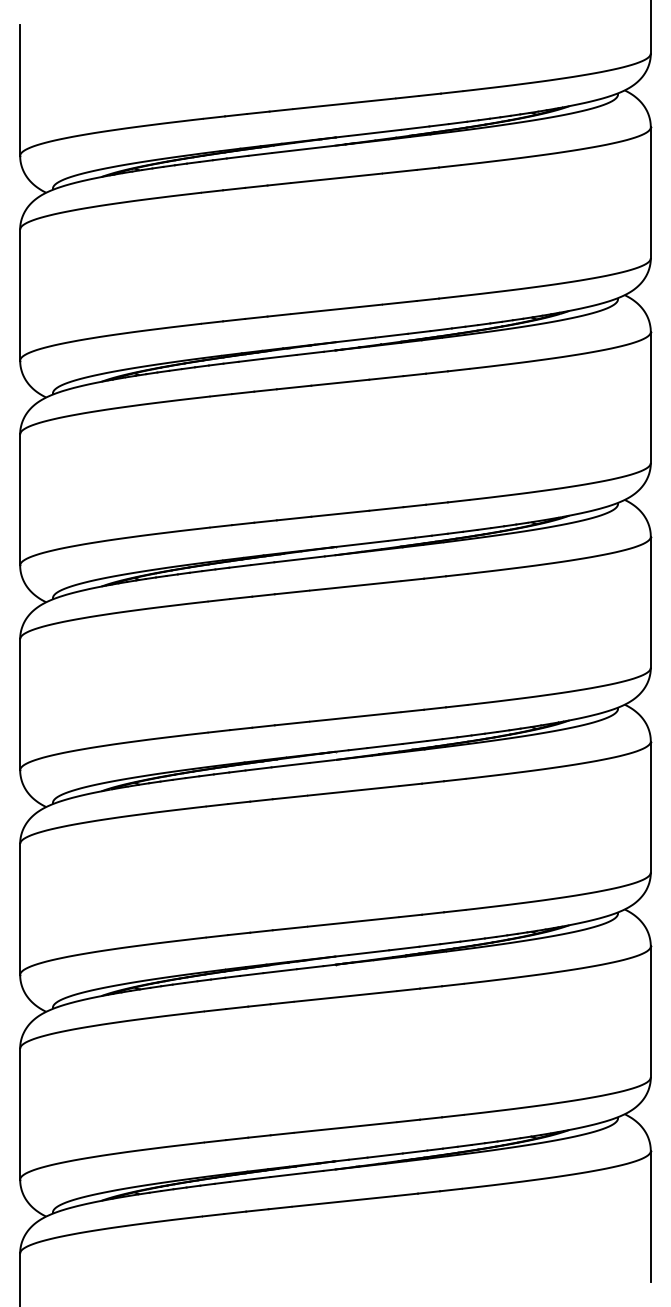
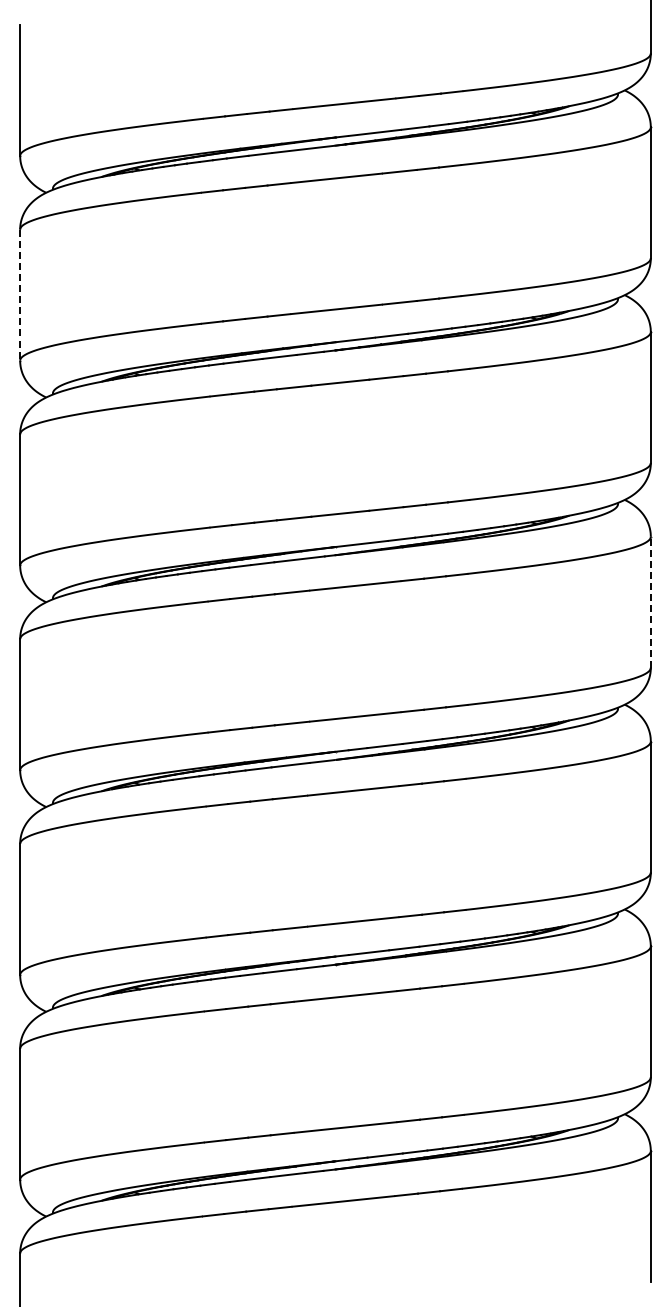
line at (20, 295): solid -> dashed
line at (650, 602): solid -> dashed
